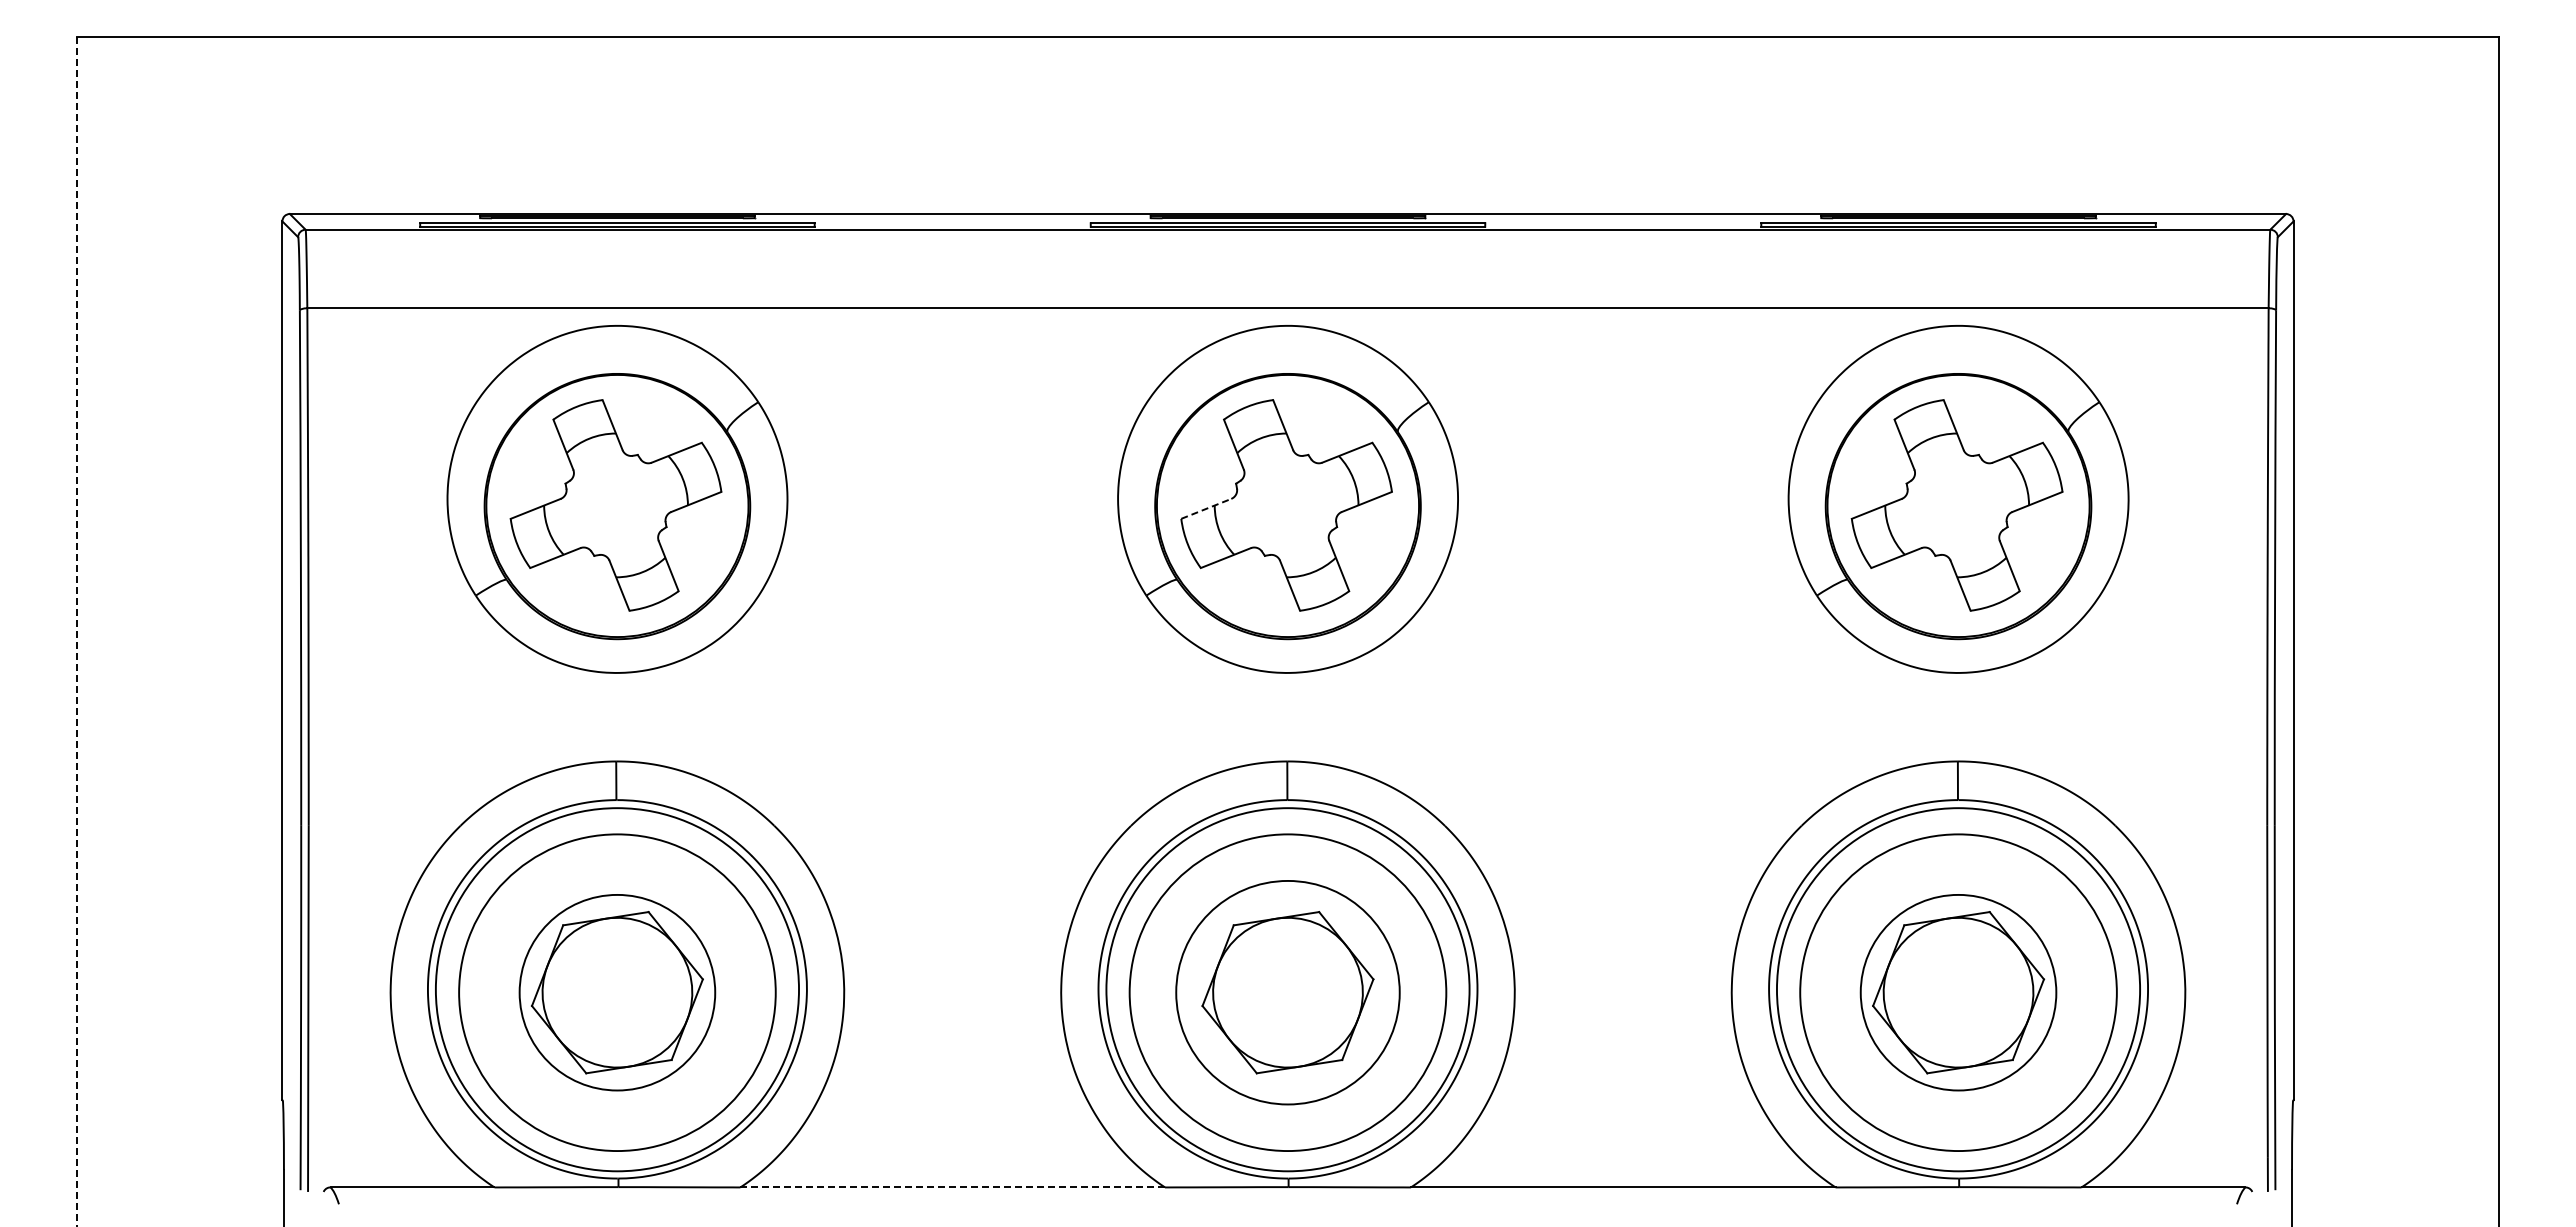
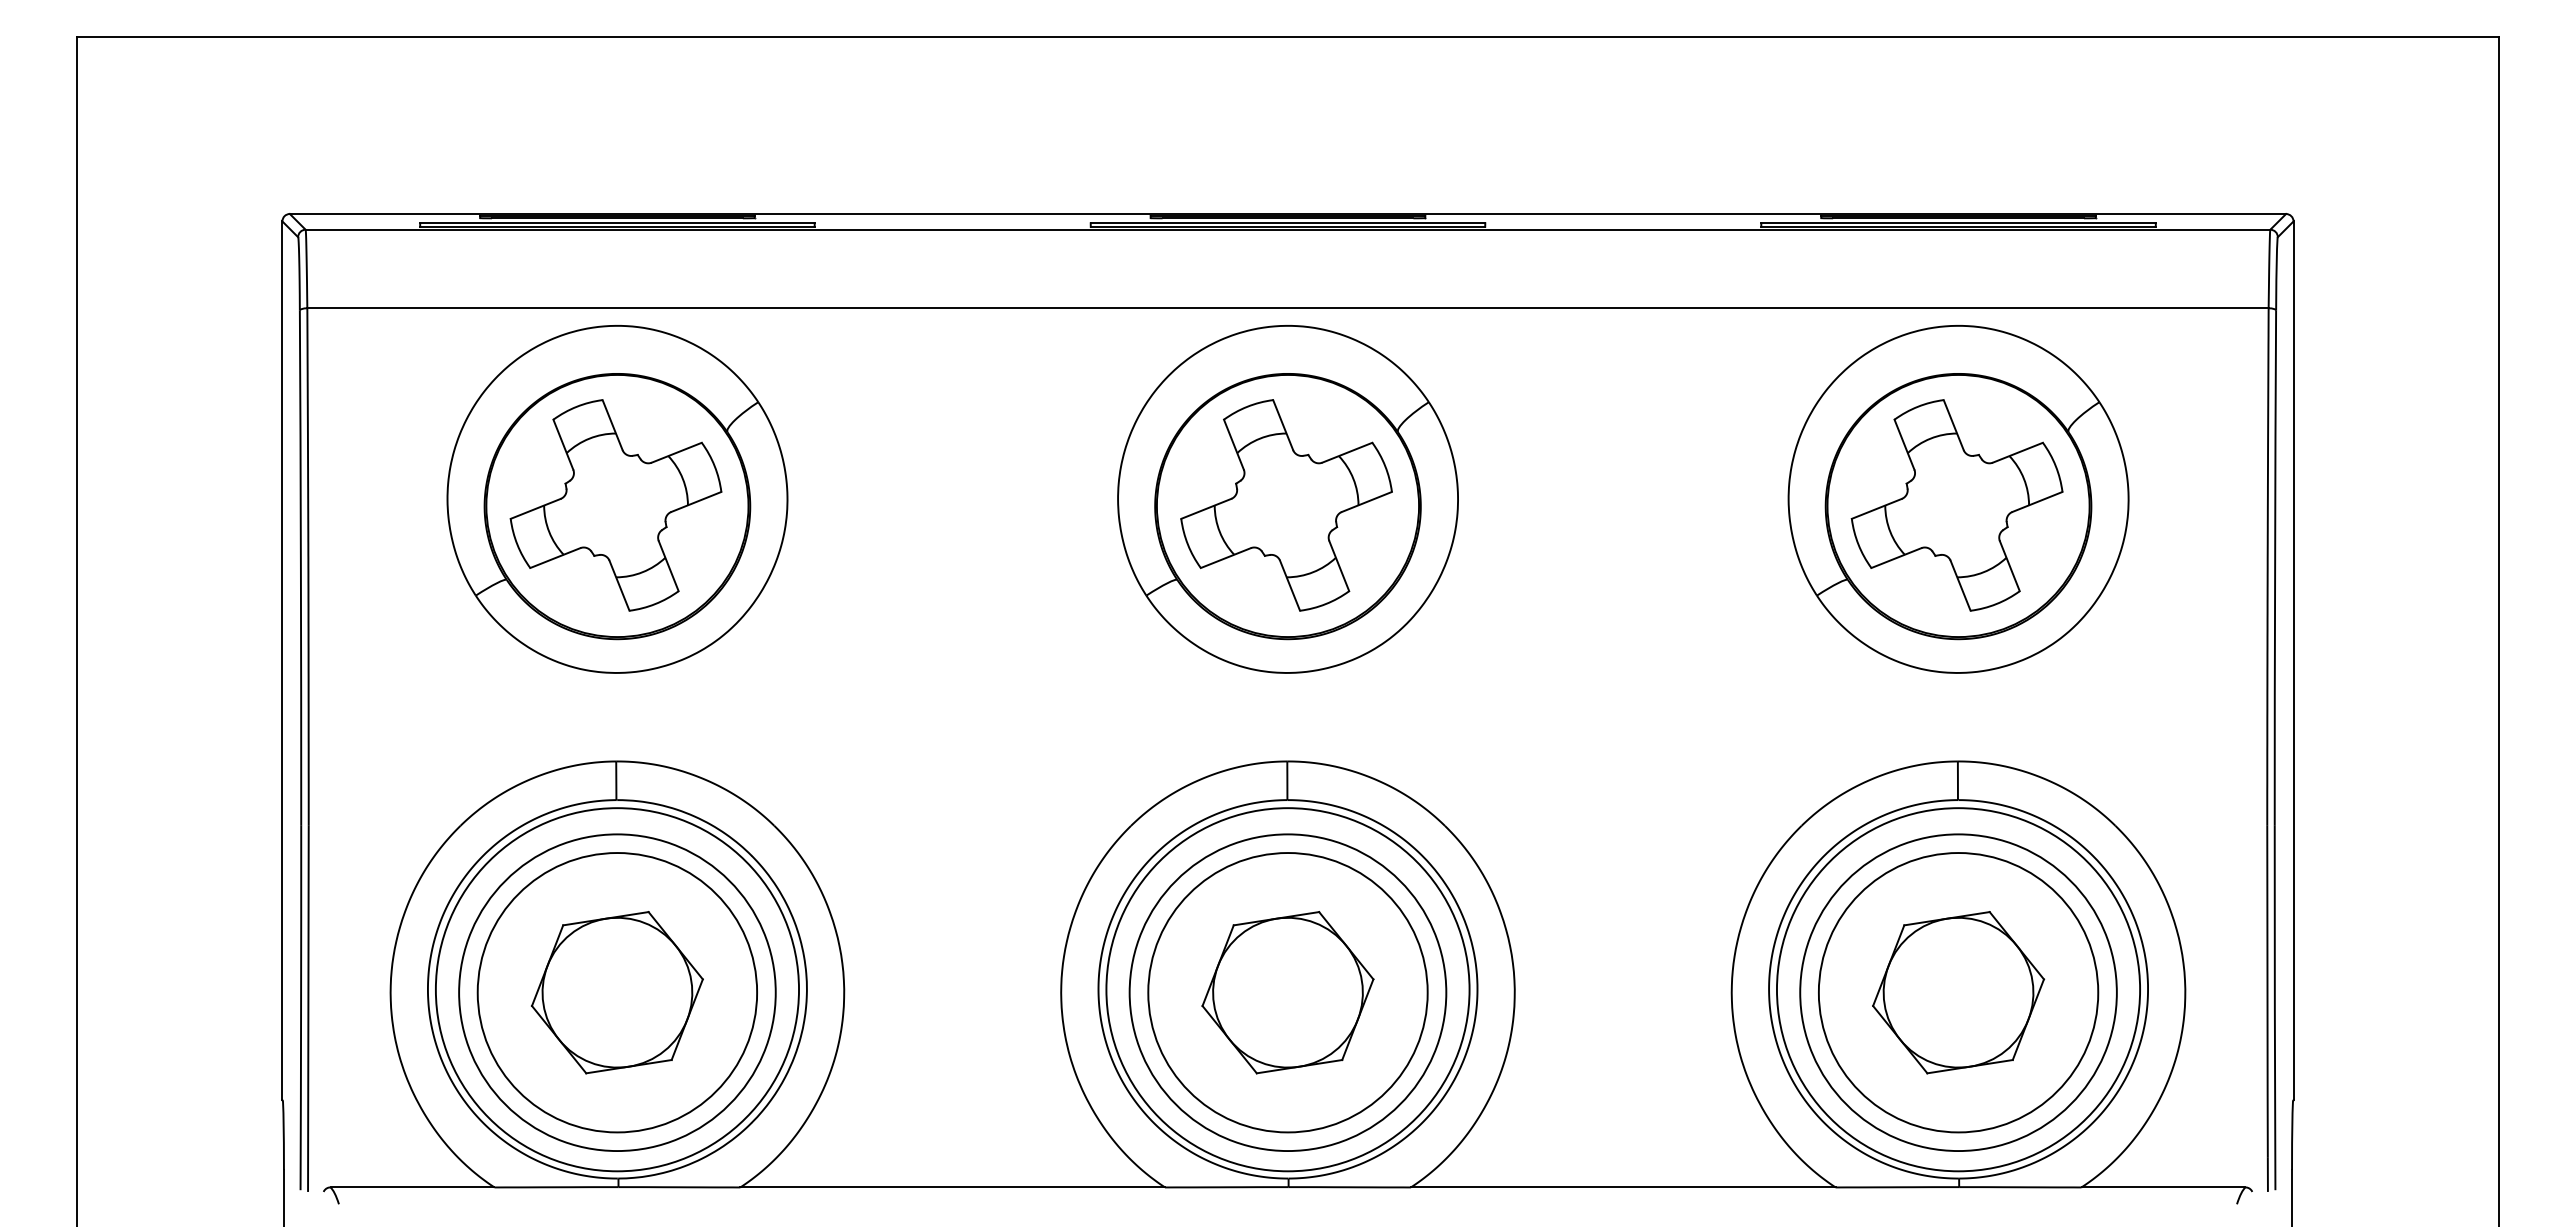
line at (1206, 508): dashed -> solid
line at (77, 631): dashed -> solid
circle at (617, 992) diameter: 196 px -> 279 px
circle at (1287, 992) diameter: 224 px -> 279 px
circle at (1958, 992) diameter: 196 px -> 279 px
line at (953, 1187): dashed -> solid
